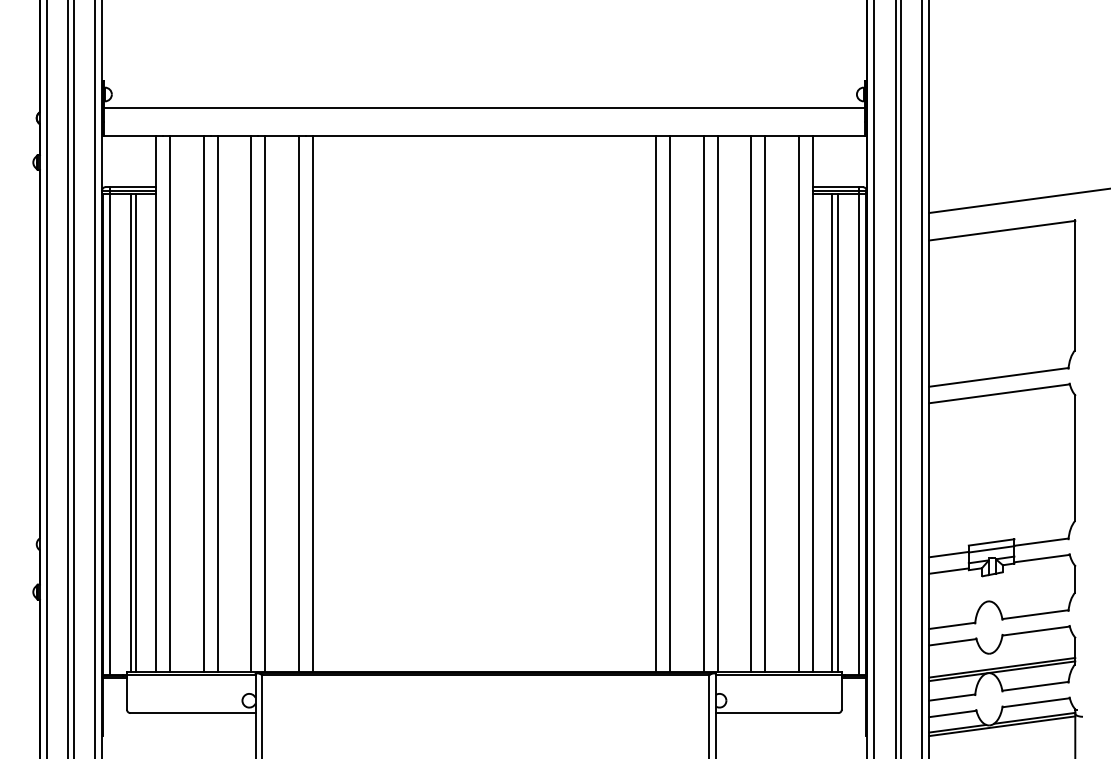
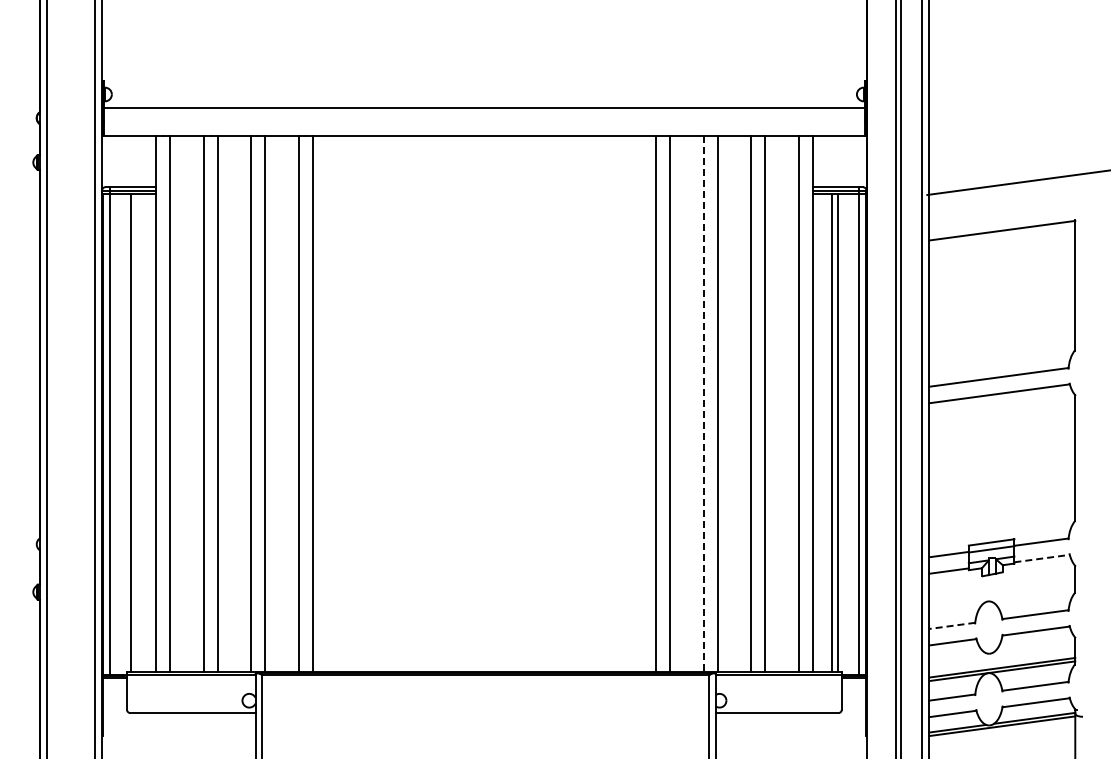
line at (1018, 201) position: (1018, 201) -> (1017, 182)
line at (68, 378): present -> none
line at (73, 378): present -> none
line at (874, 378): present -> none
line at (703, 404): solid -> dashed
line at (136, 432): present -> none
line at (1042, 558): solid -> dashed
line at (951, 625): solid -> dashed
